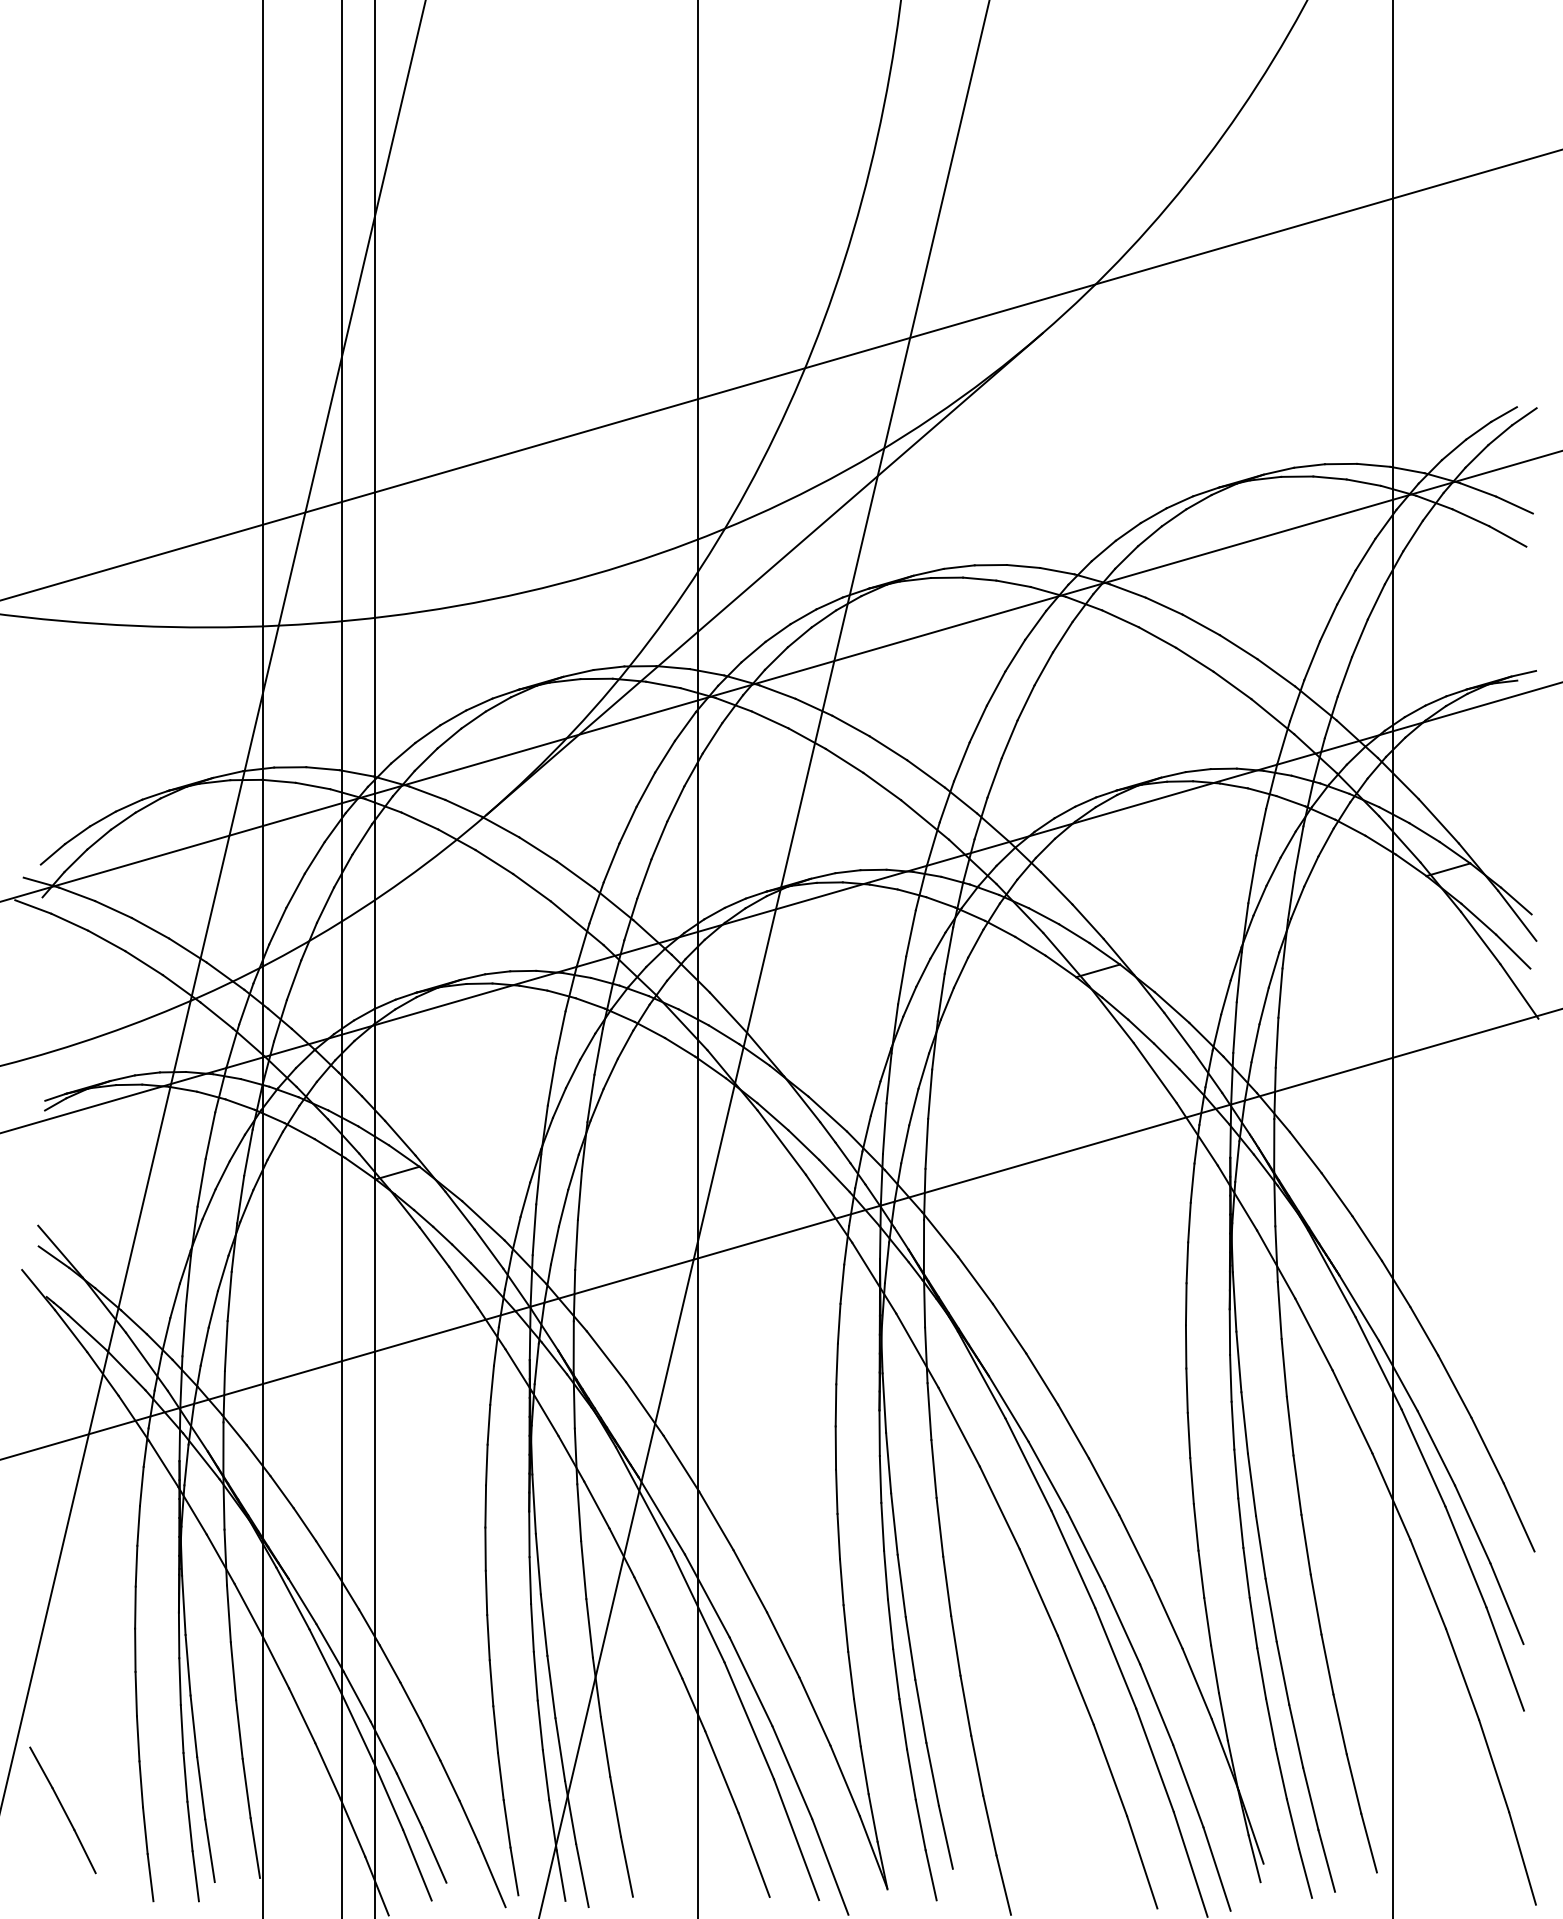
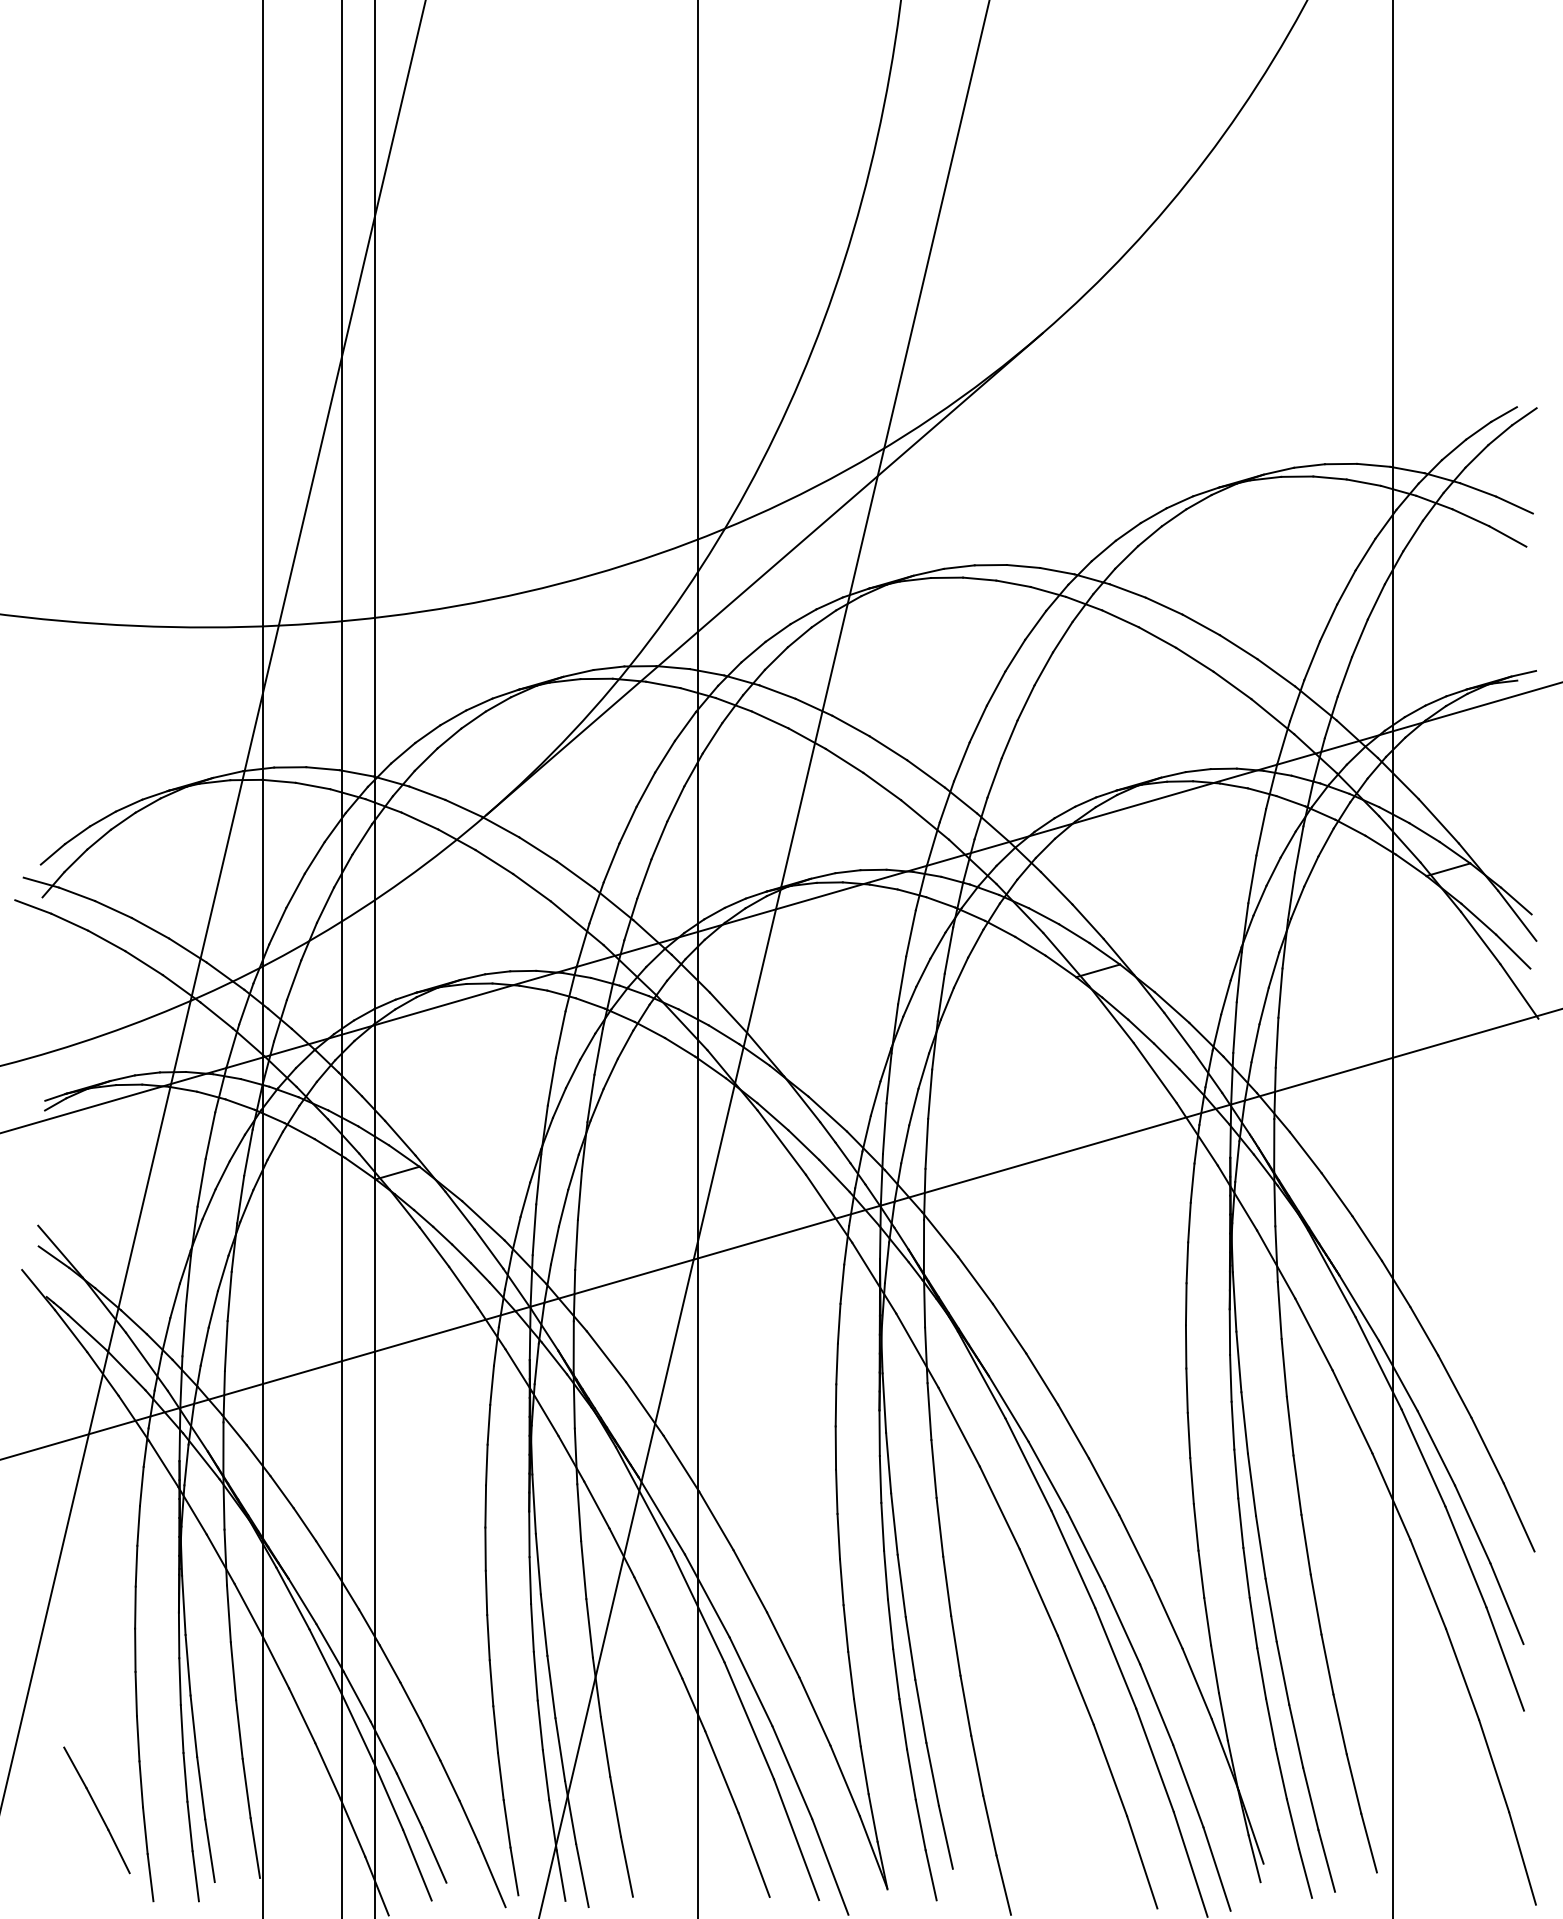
line at (780, 375): present -> none
line at (780, 676): present -> none
part at (62, 1810) position: (62, 1810) -> (96, 1810)
